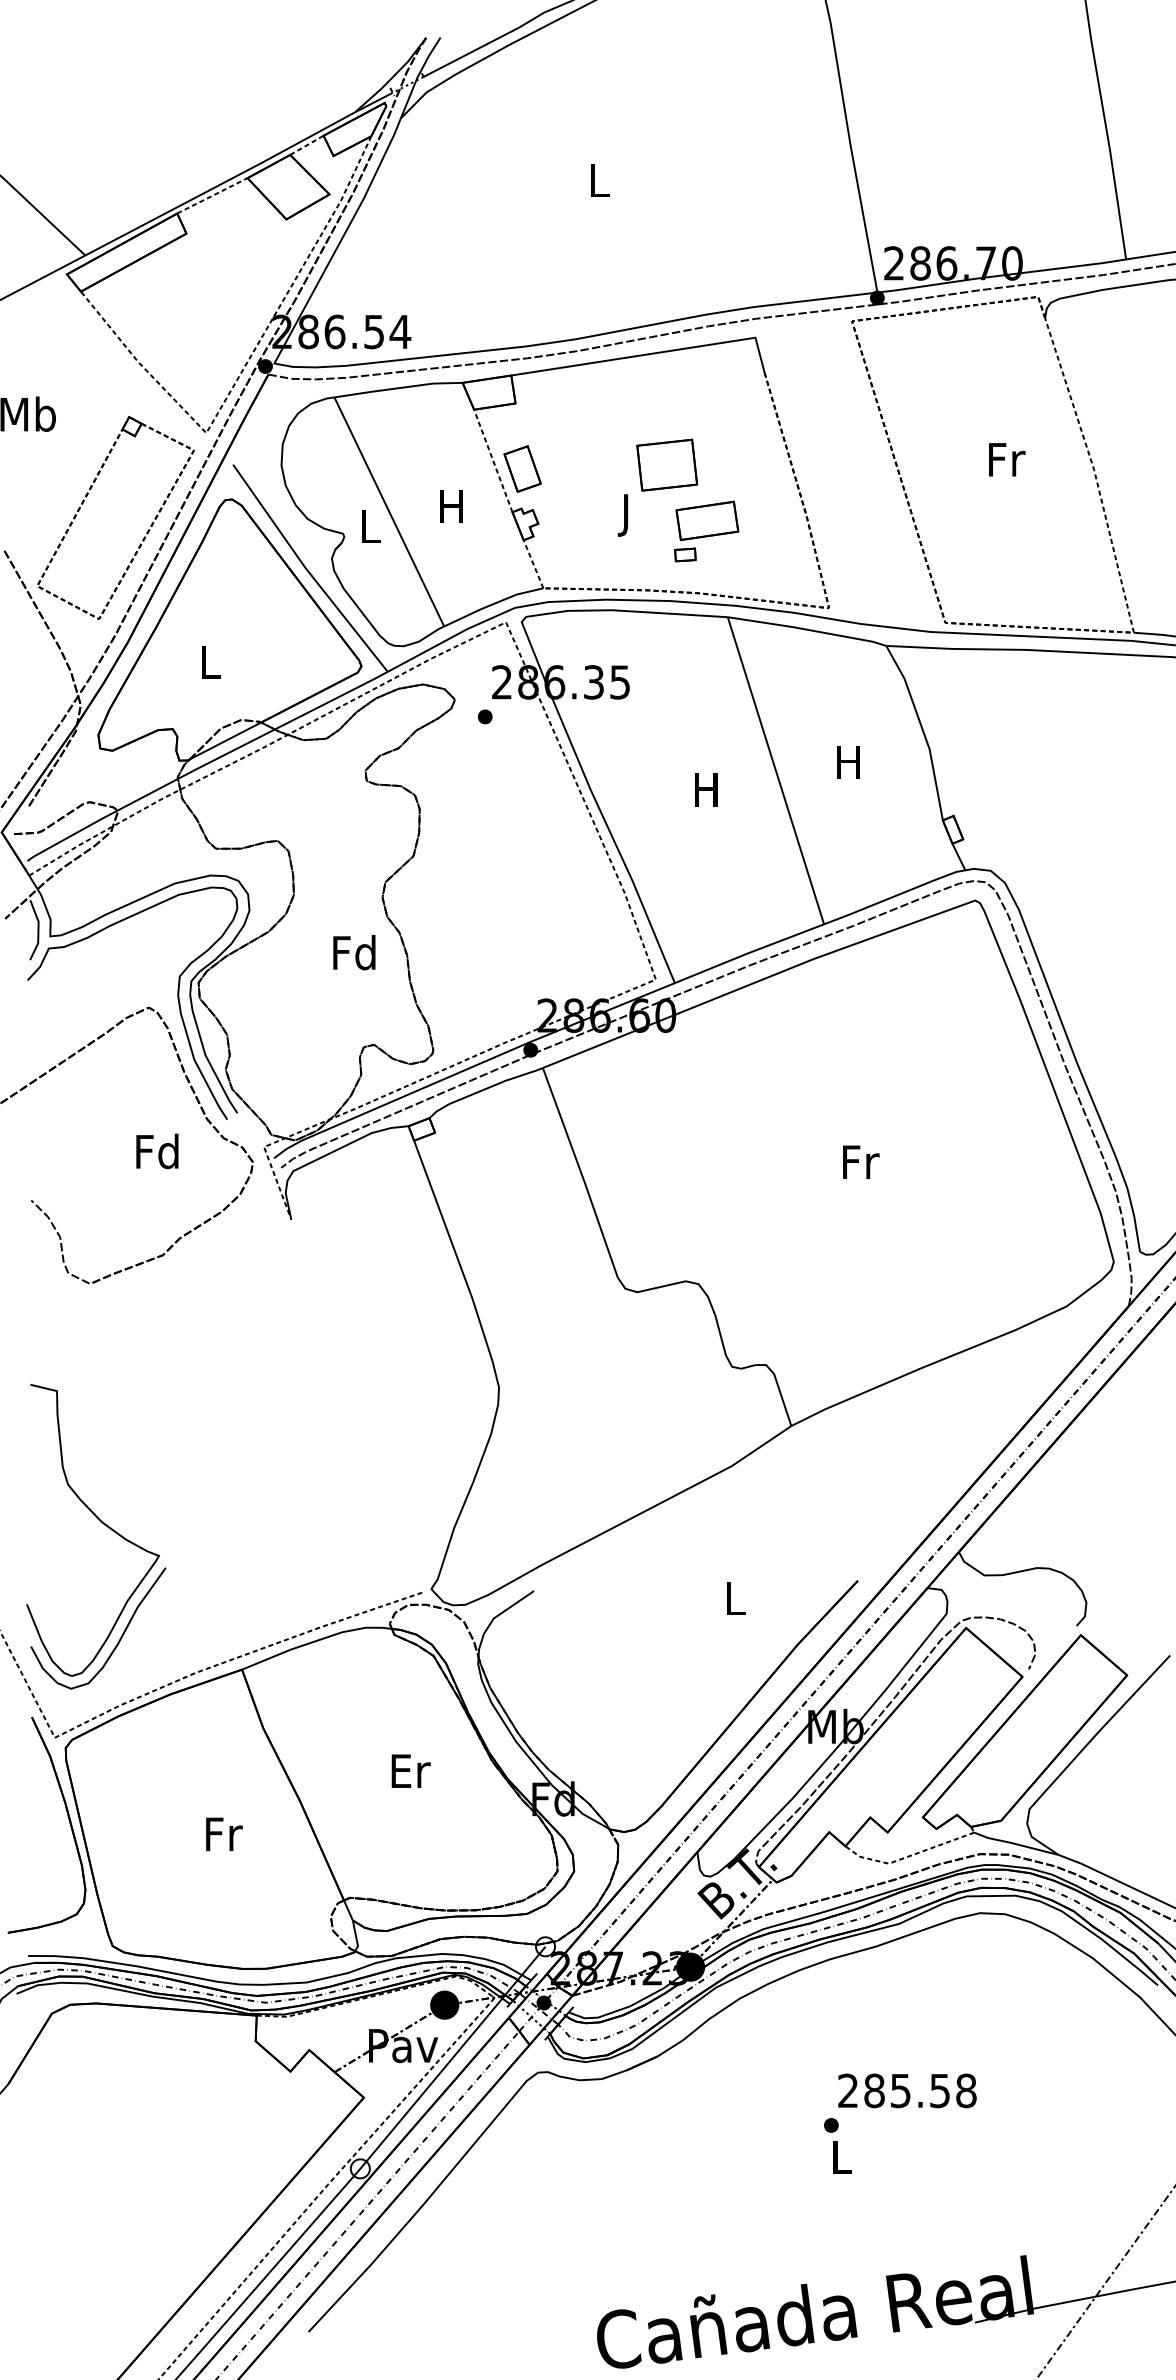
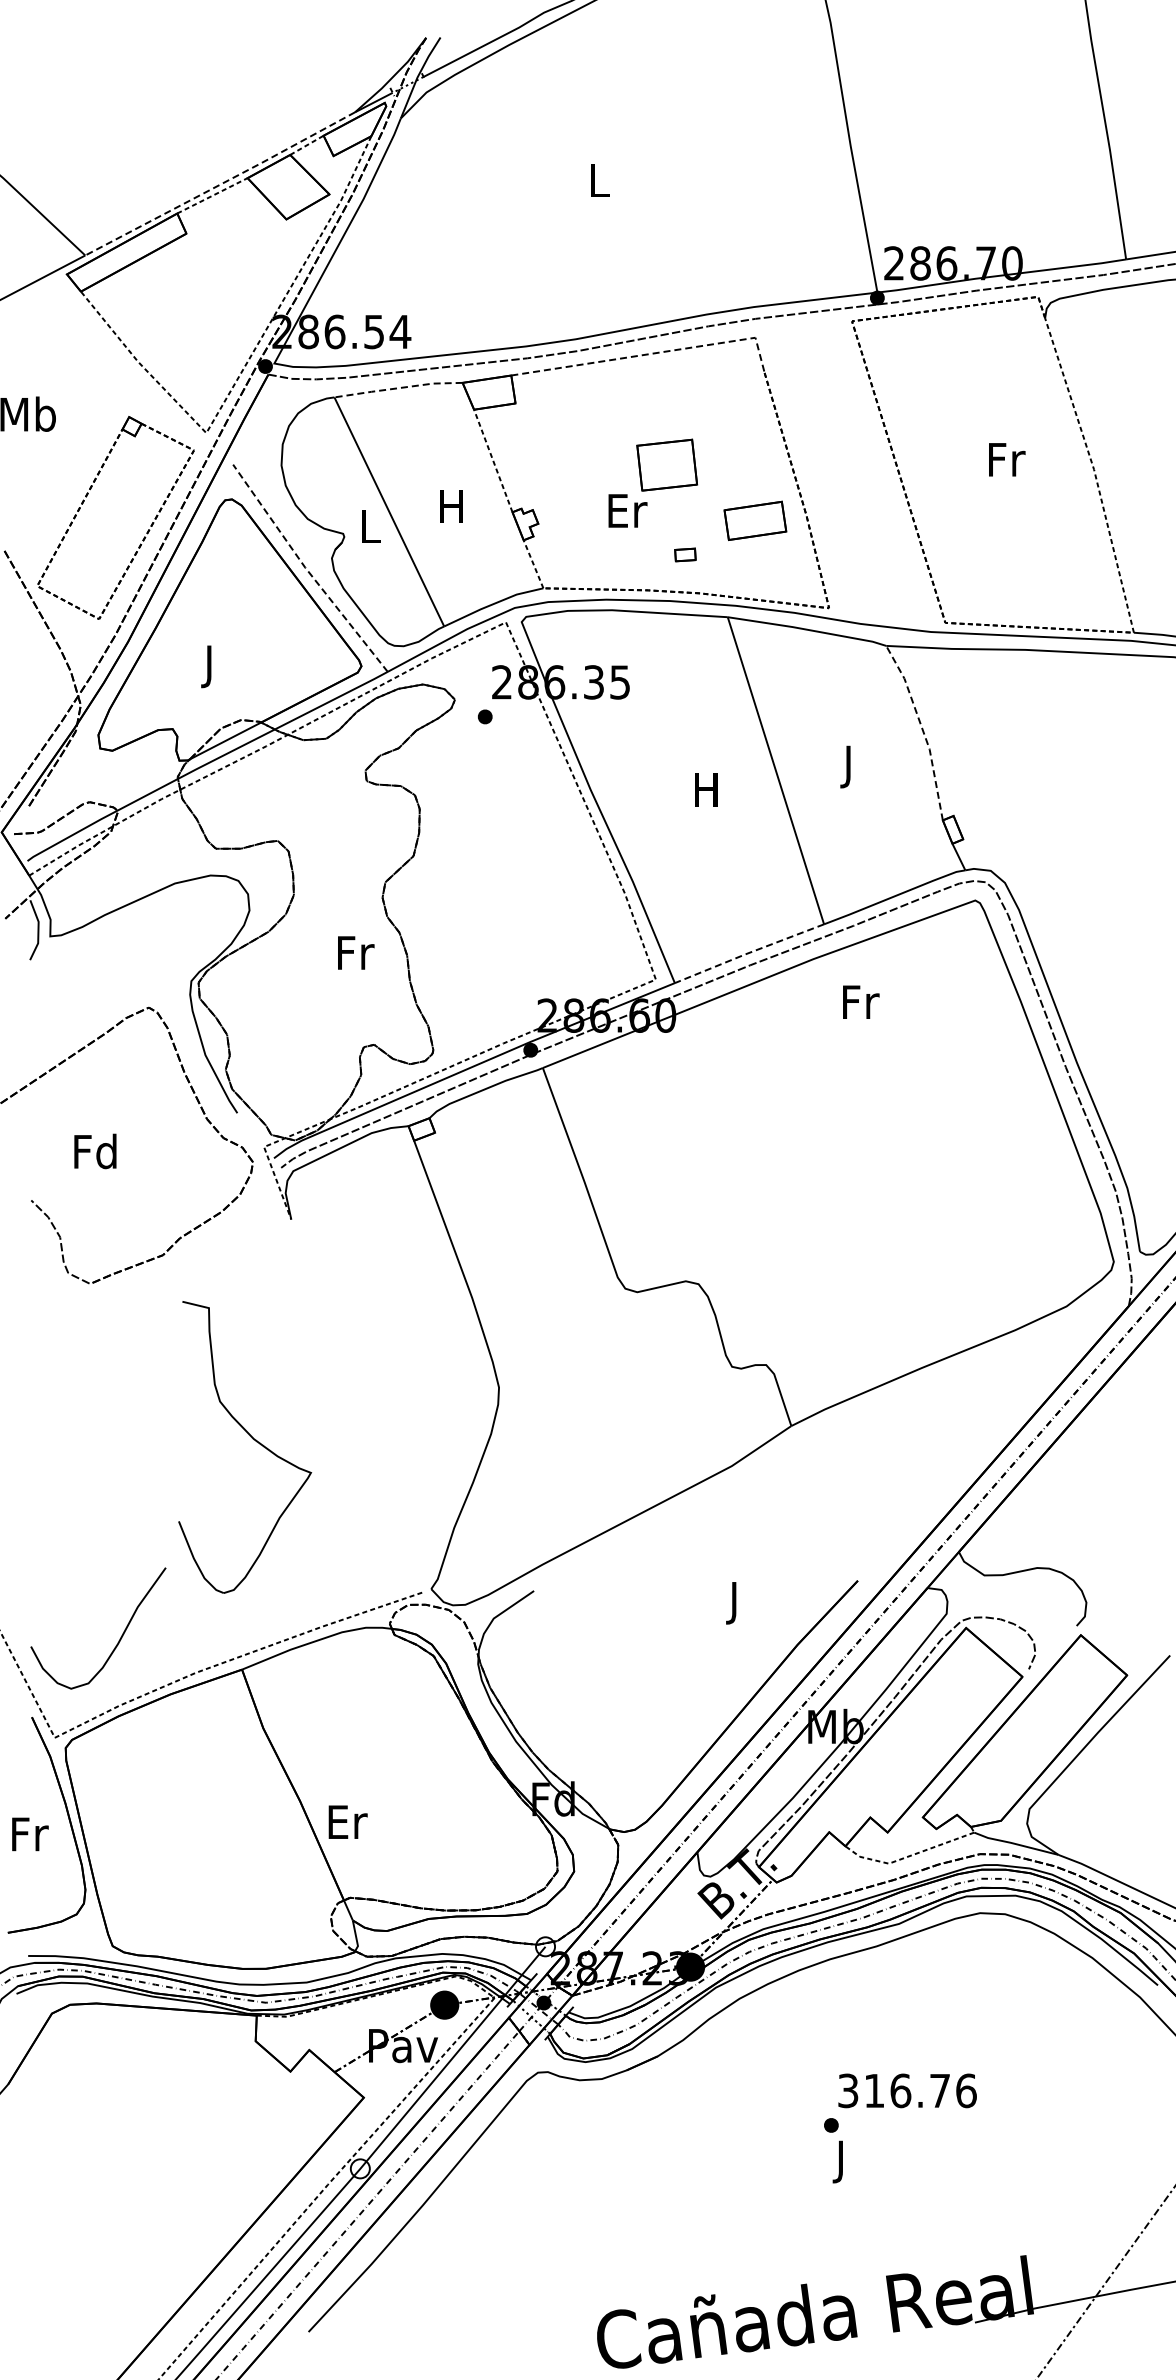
line at (220, 184): solid -> dashed
line at (652, 353): solid -> dashed
line at (397, 388): solid -> dashed
part at (522, 468): present -> none
text at (627, 515): J -> Er
part at (707, 520) position: (707, 520) -> (755, 520)
line at (307, 570): solid -> dashed
text at (210, 666): L -> J
line at (922, 729): solid -> dashed
text at (848, 766): H -> J
text at (354, 952): Fd -> Fr
line at (748, 953): solid -> dashed
part at (177, 999): present -> none
text at (157, 1151) position: (157, 1151) -> (95, 1151)
text at (861, 1161) position: (861, 1161) -> (861, 1001)
part at (100, 1522) position: (100, 1522) -> (252, 1439)
text at (735, 1603): L -> J
text at (410, 1770) position: (410, 1770) -> (347, 1821)
text at (224, 1834) position: (224, 1834) -> (30, 1834)
text at (907, 2090): 285.58 -> 316.76
text at (841, 2161): L -> J
